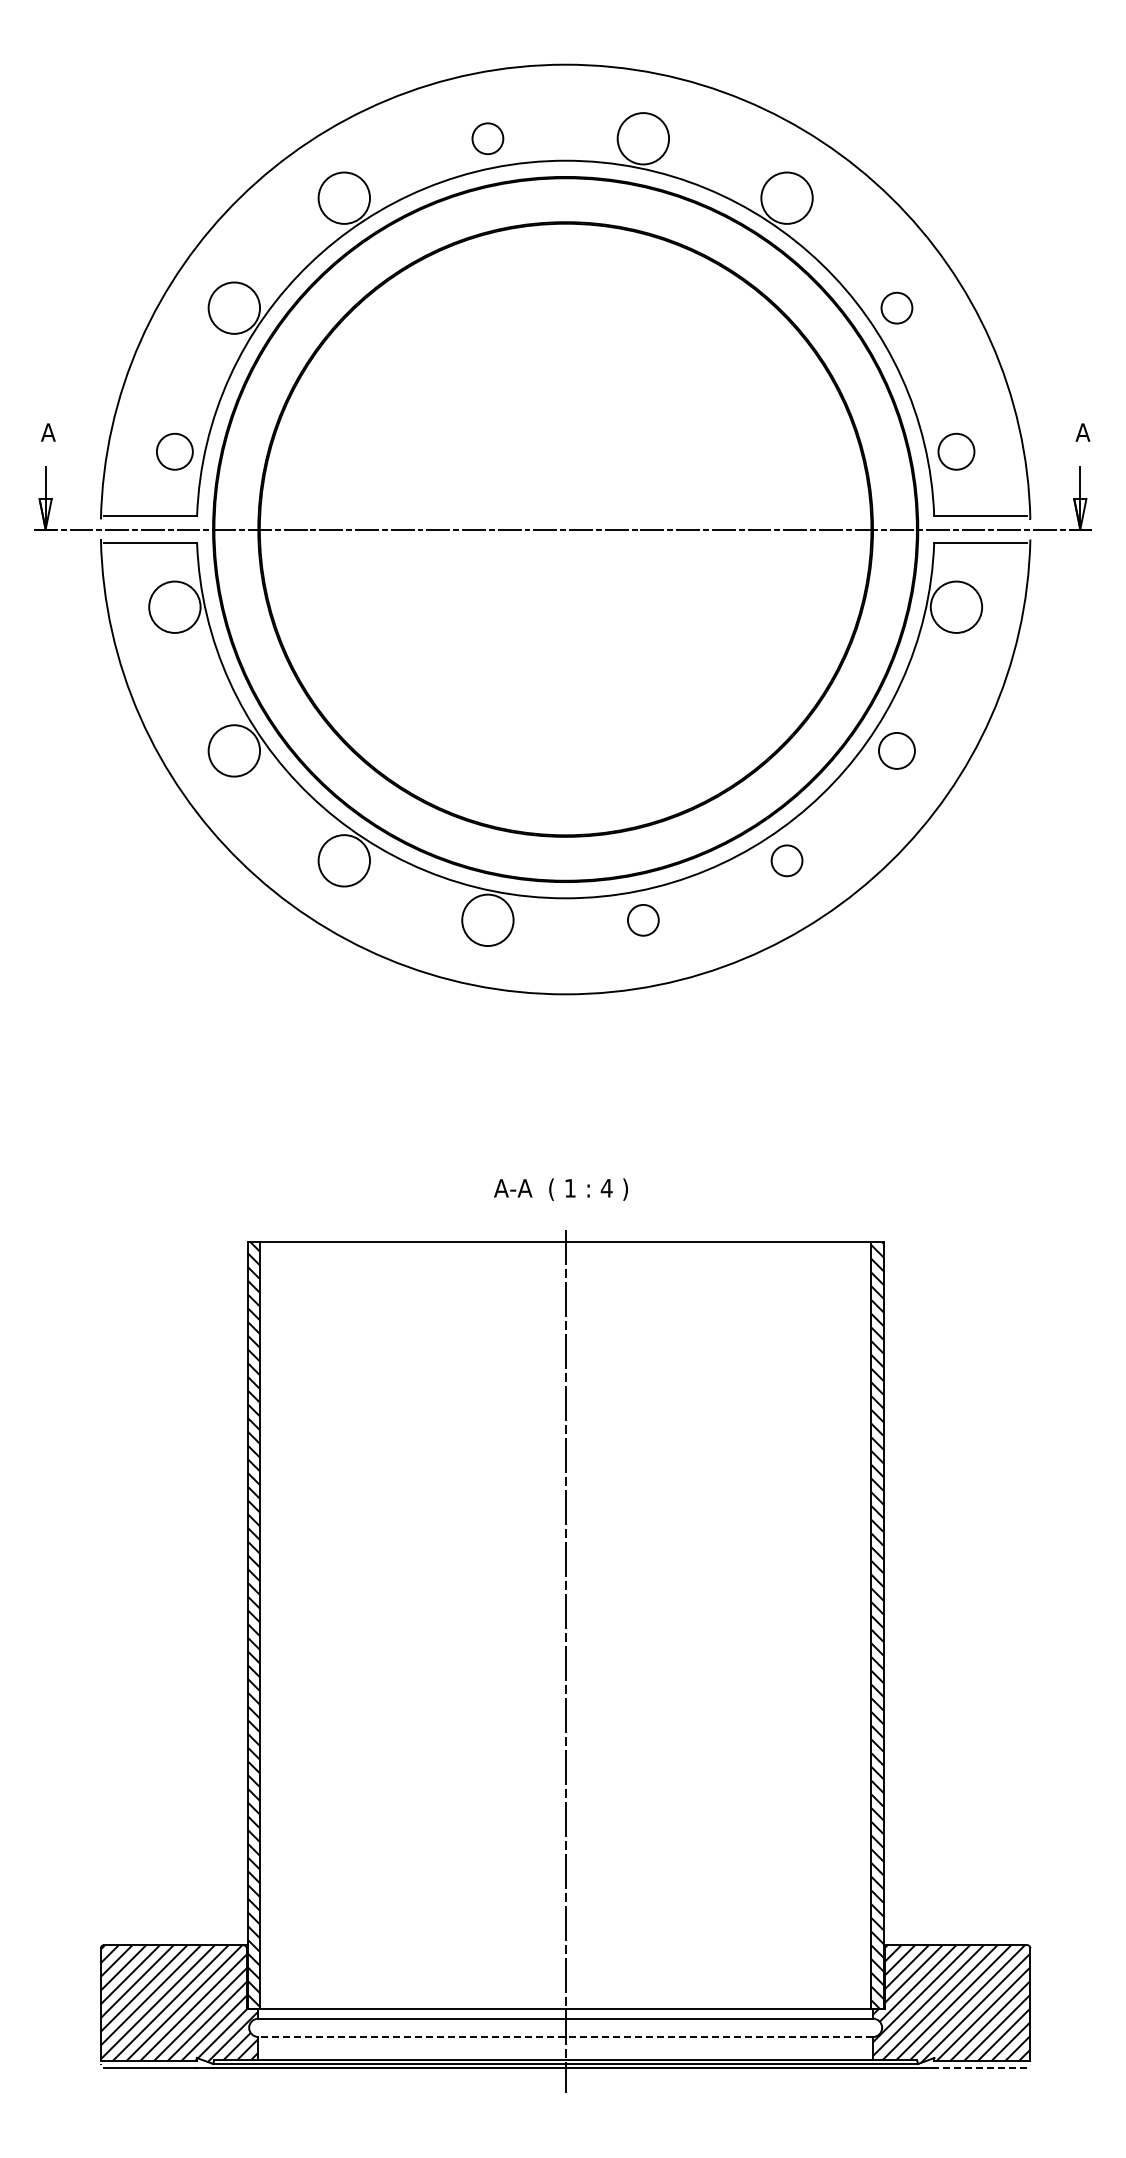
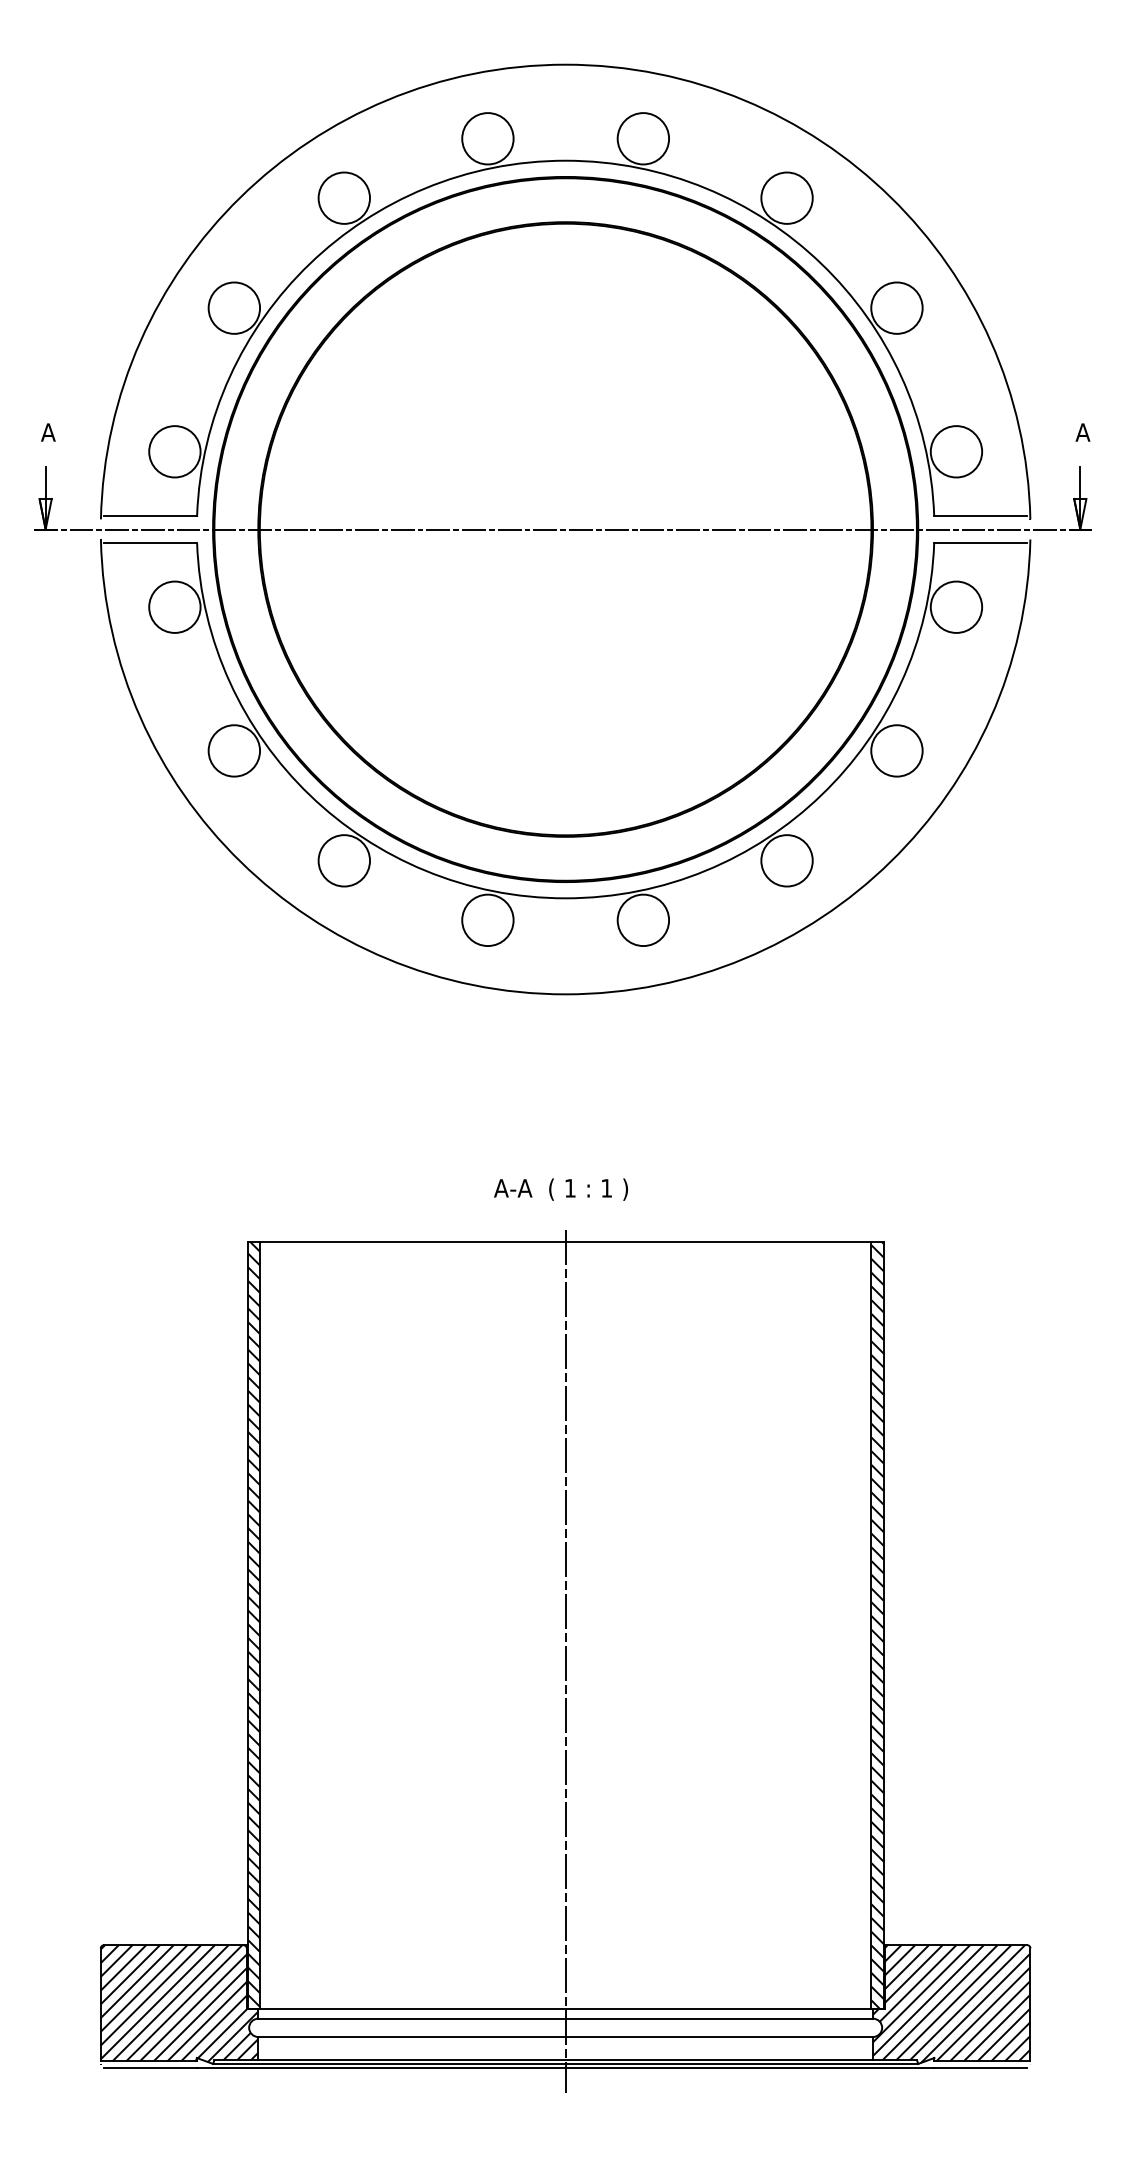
circle at (487, 138) diameter: 31 px -> 51 px
circle at (896, 307) diameter: 31 px -> 51 px
circle at (174, 451) diameter: 36 px -> 51 px
circle at (956, 451) diameter: 36 px -> 51 px
circle at (896, 750) diameter: 36 px -> 51 px
circle at (786, 860) diameter: 31 px -> 51 px
circle at (642, 919) diameter: 31 px -> 51 px
text at (606, 1188): 4 -> 1
line at (565, 2037): dashed -> solid
line at (980, 2067): dashed -> solid
